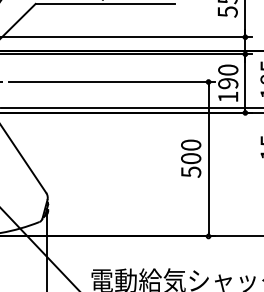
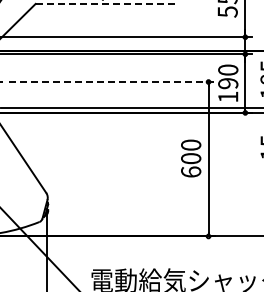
line at (105, 3): solid -> dashed
line at (111, 82): solid -> dashed
text at (191, 171): 500 -> 600
